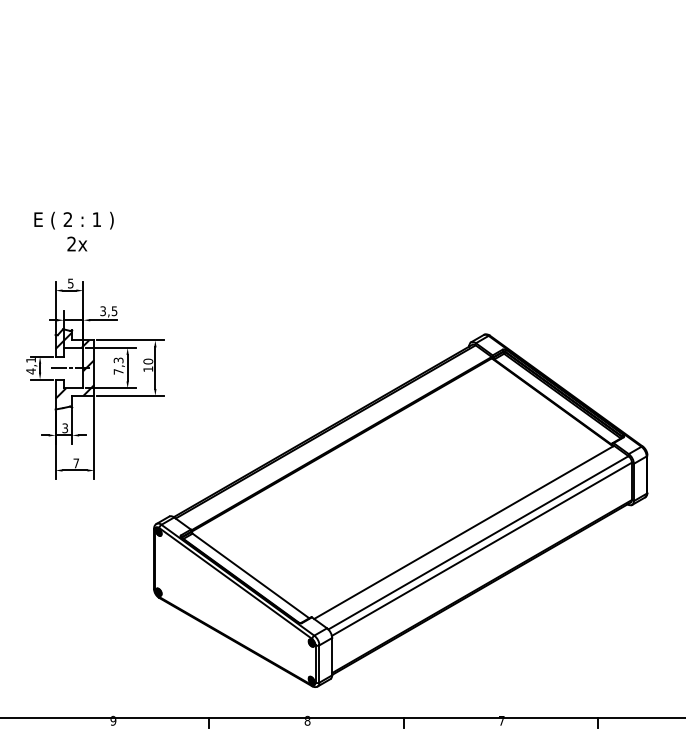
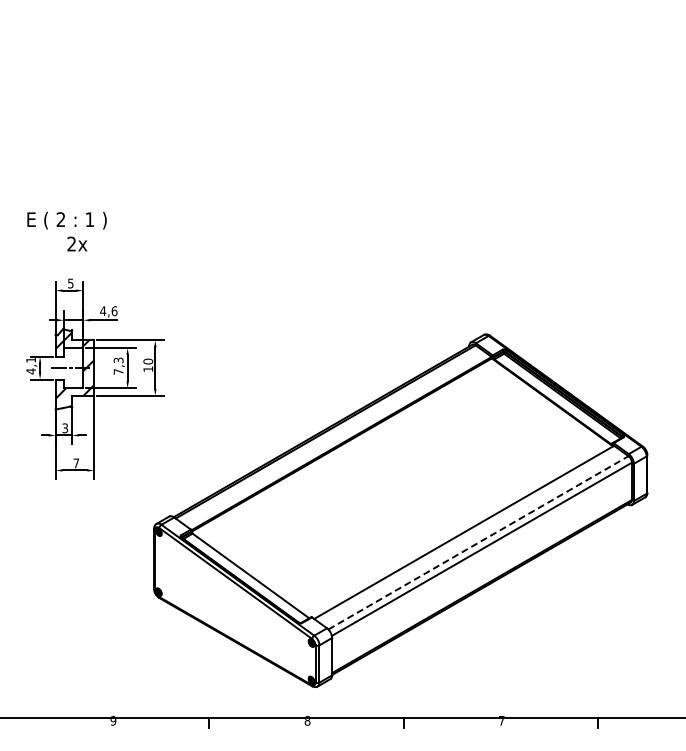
text at (73, 220) position: (73, 220) -> (66, 220)
text at (108, 311): 3,5 -> 4,6
line at (478, 542): solid -> dashed
